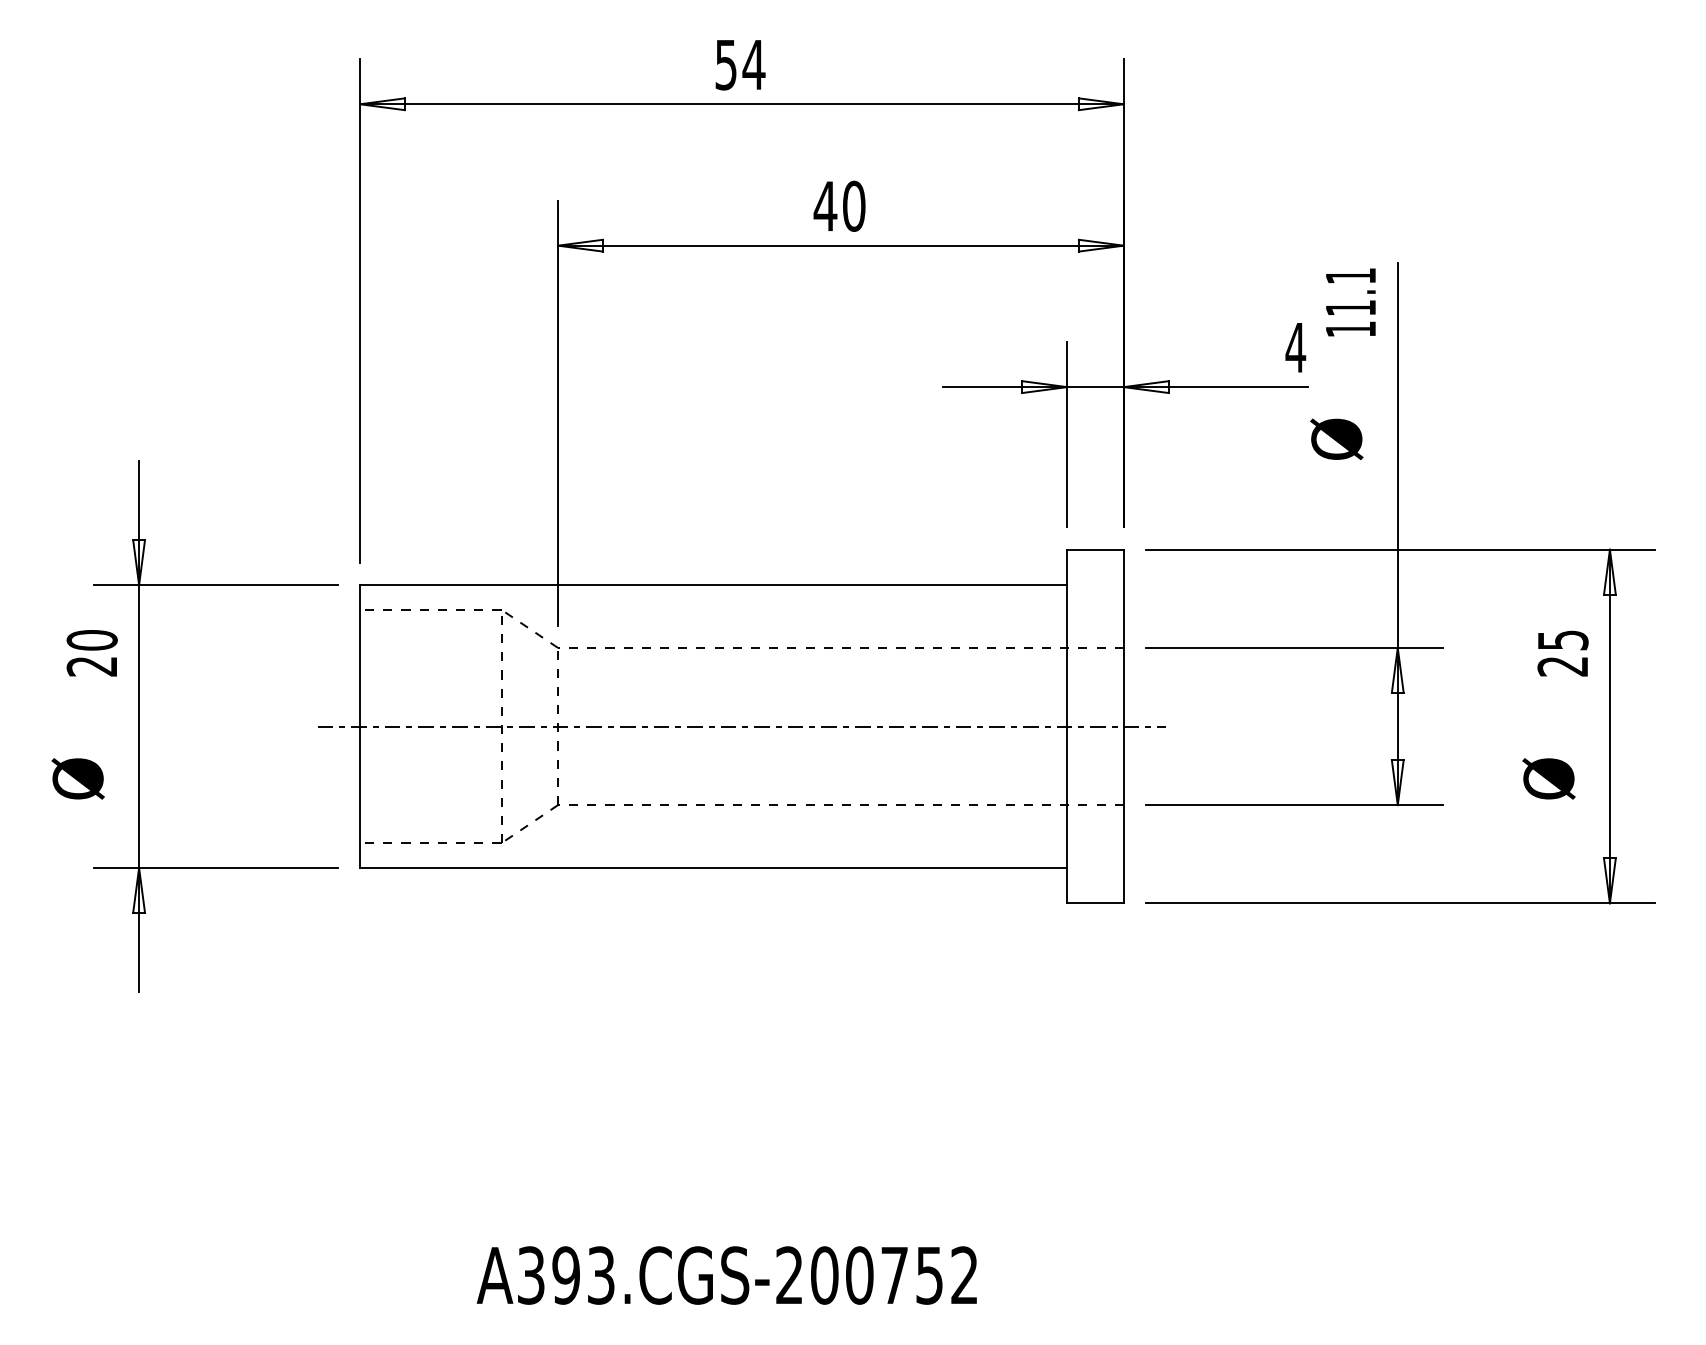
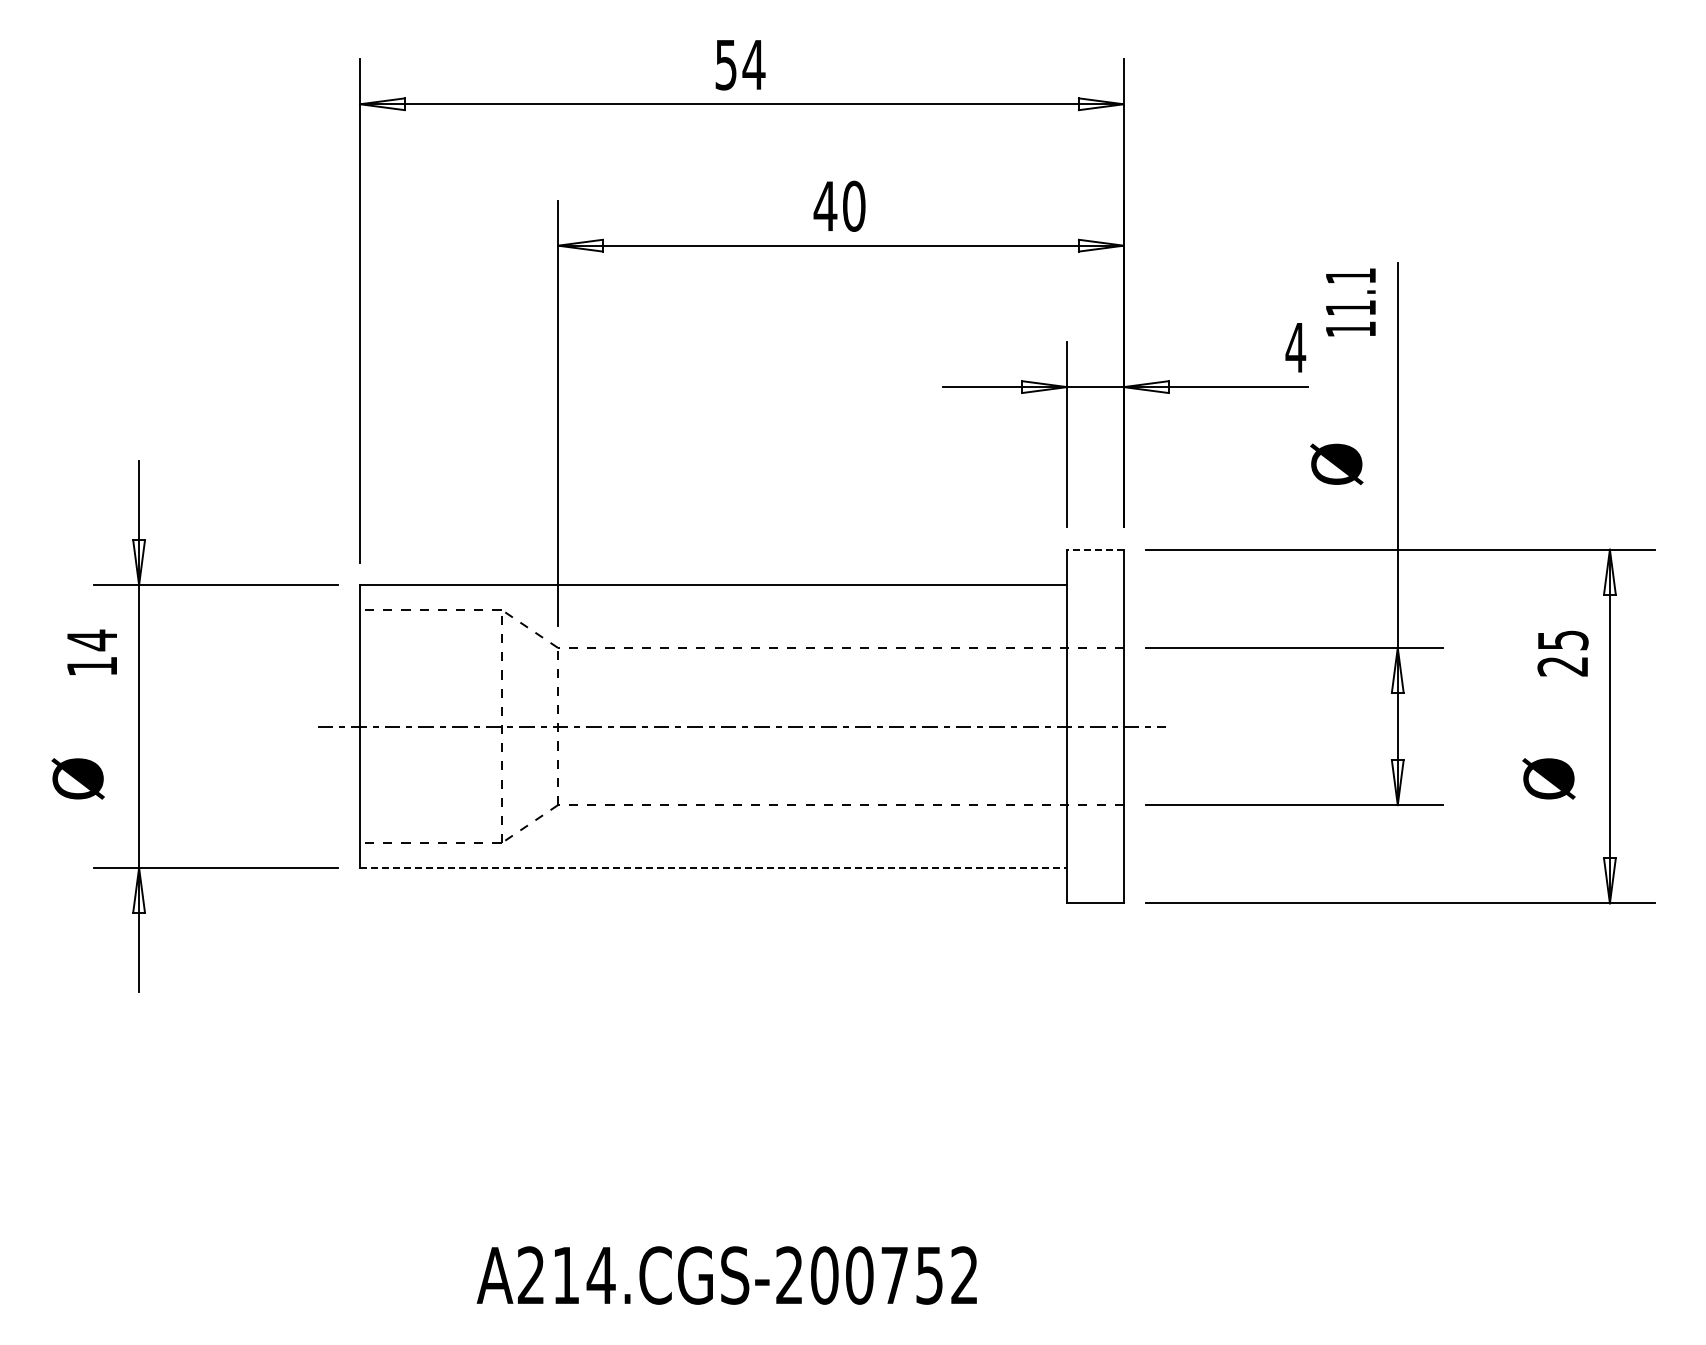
text at (1336, 438) position: (1336, 438) -> (1336, 463)
line at (1094, 549): solid -> dashed
text at (91, 652): 20 -> 14
line at (713, 867): solid -> dashed
text at (566, 1275): A393.CGS-200752 -> A214.CGS-200752
